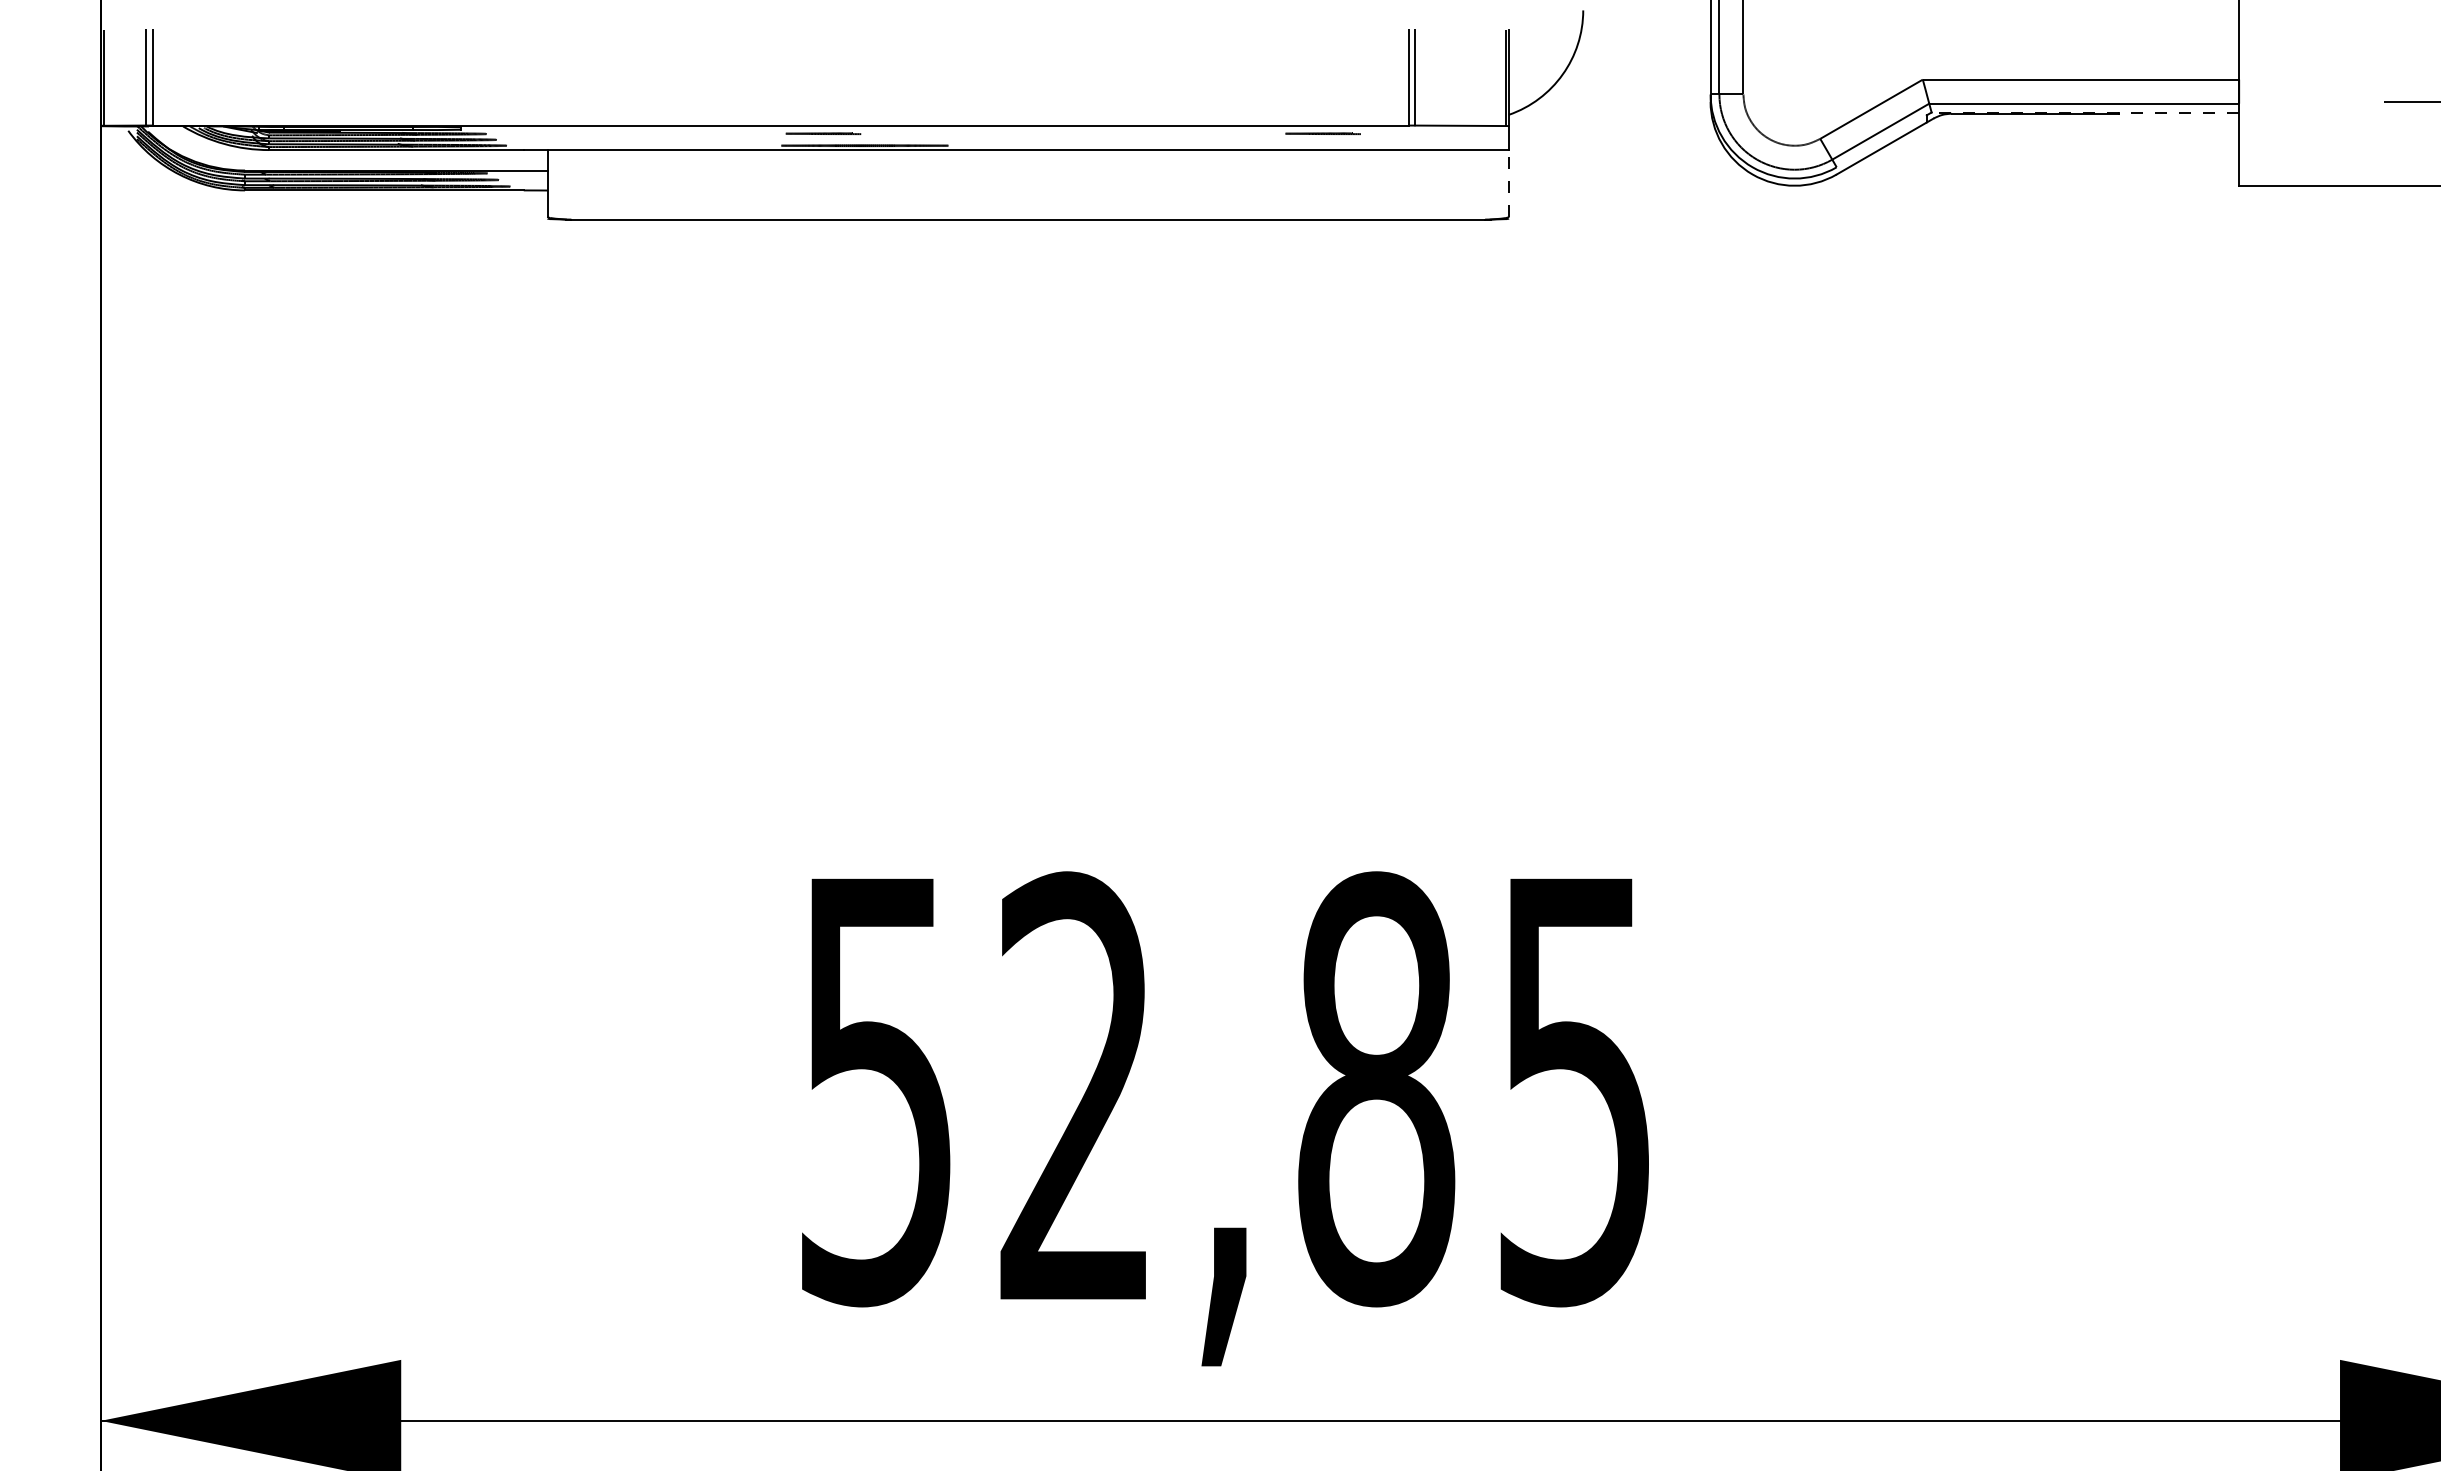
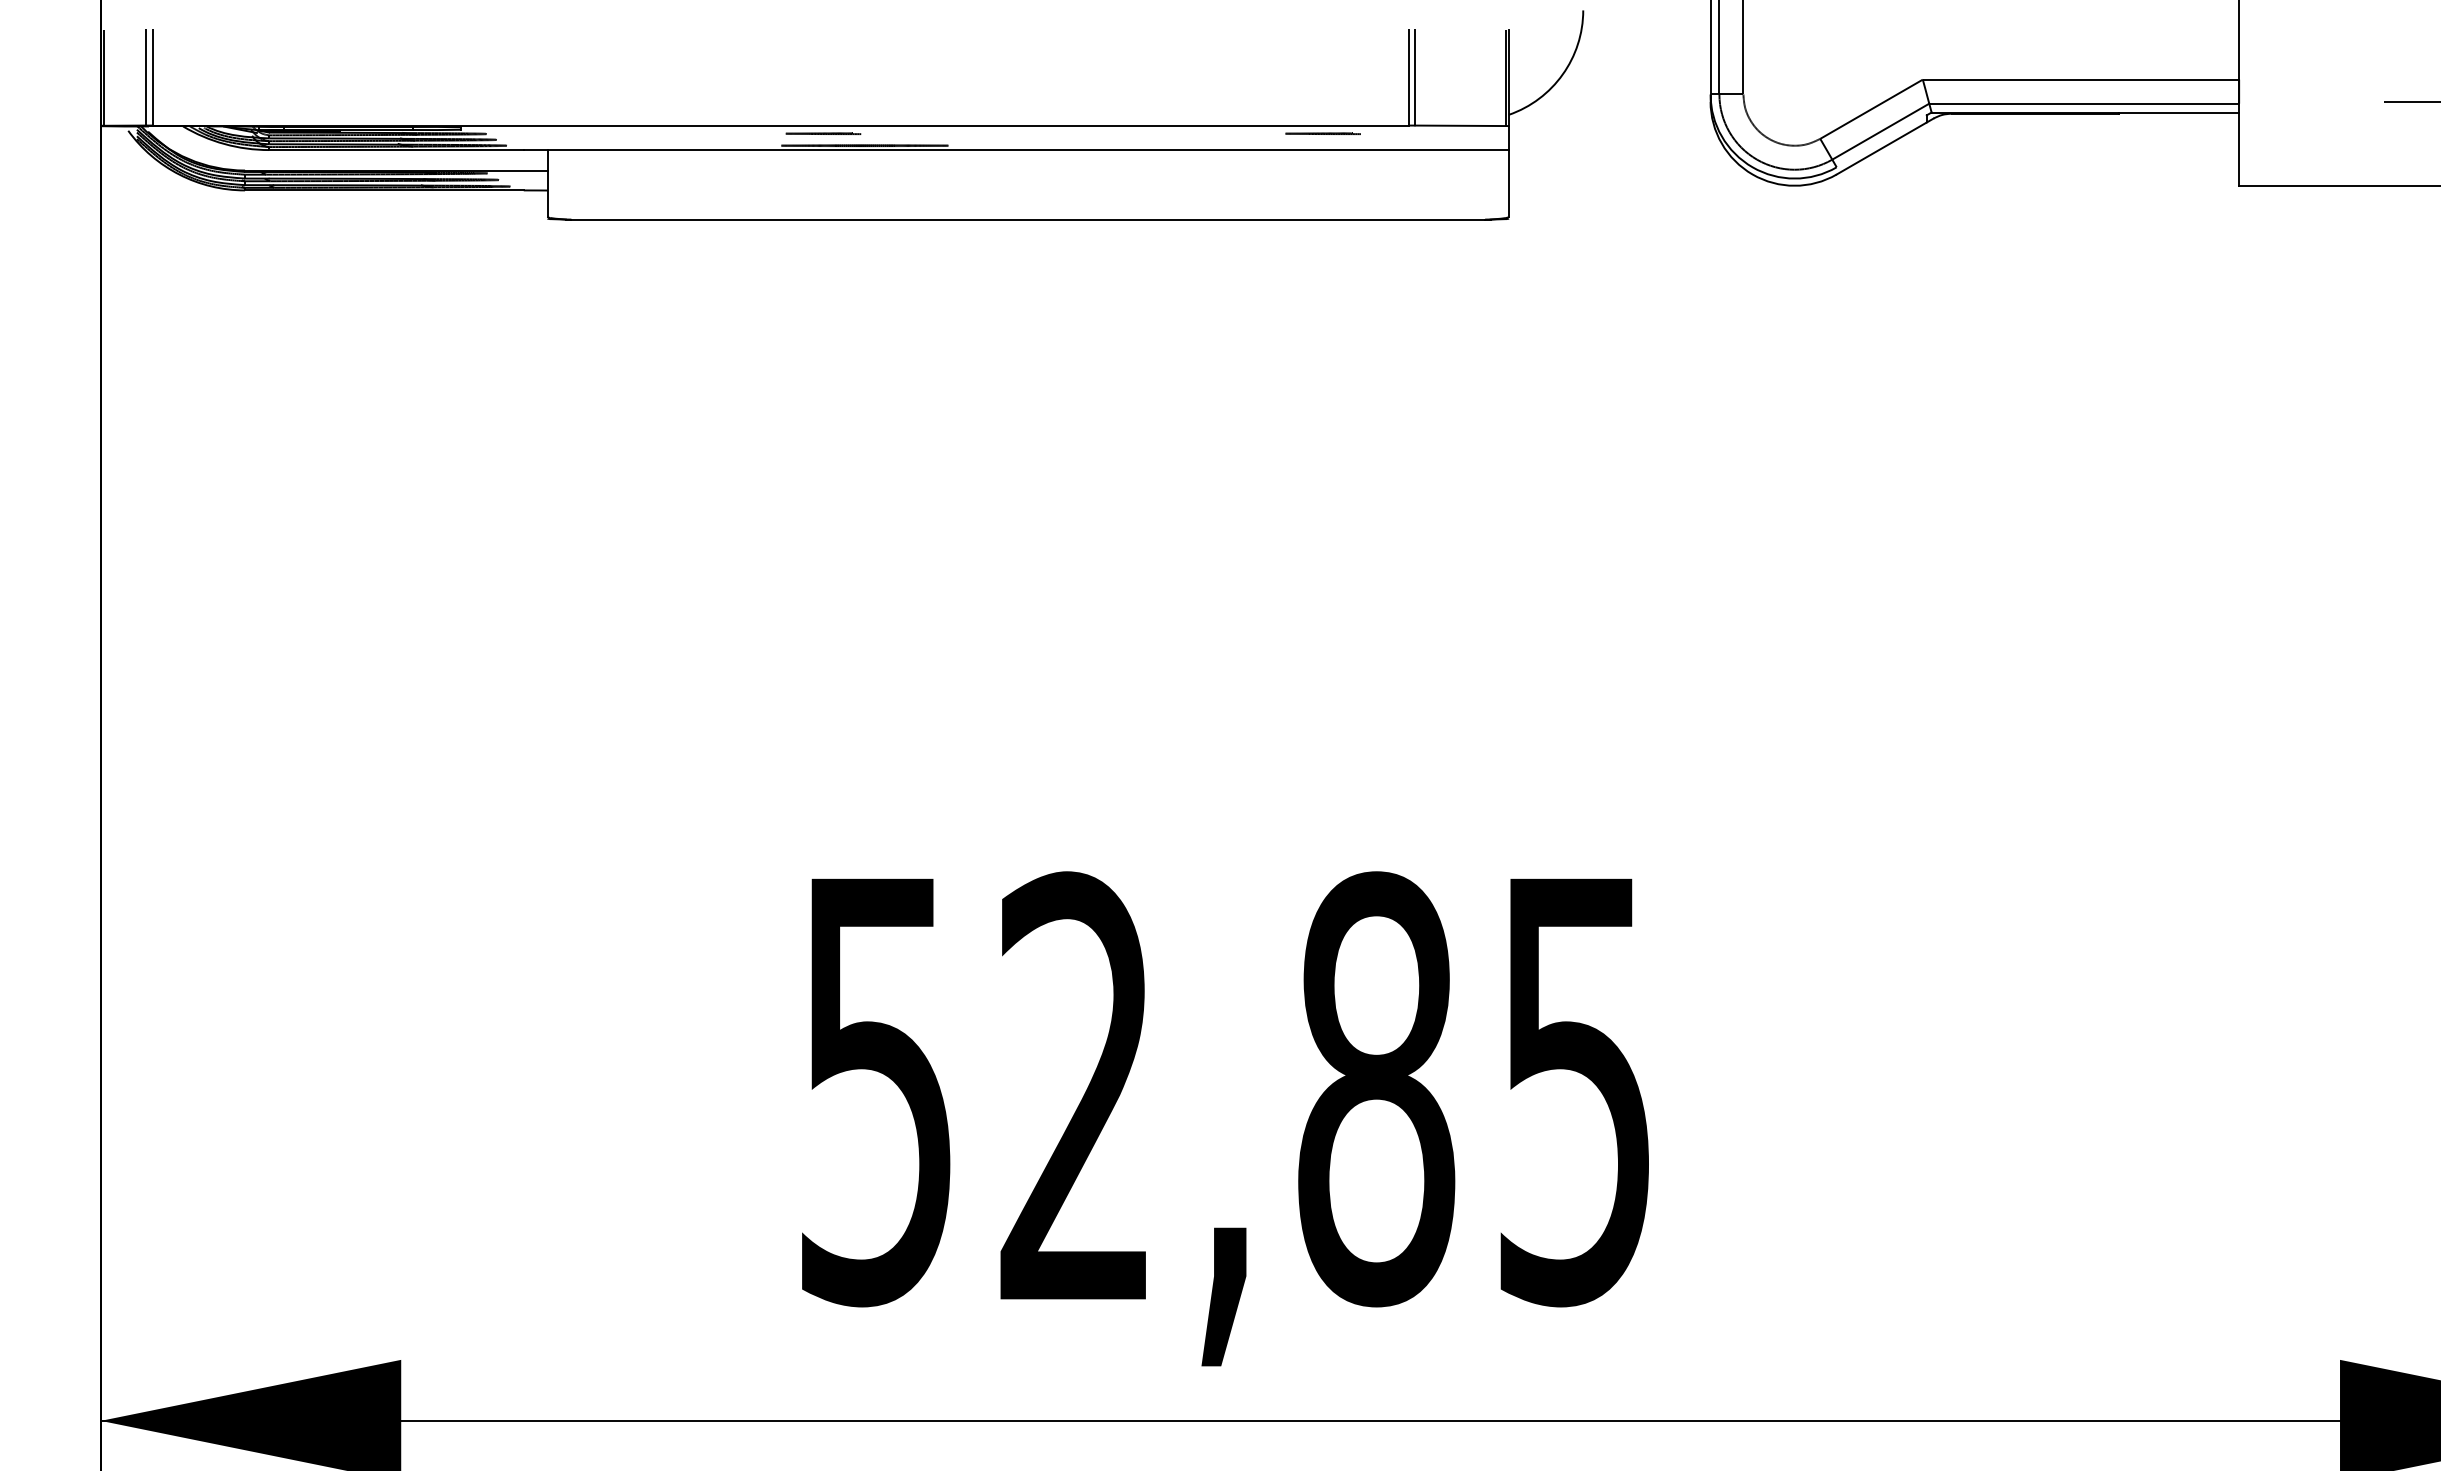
line at (2085, 112): dashed -> solid
line at (1508, 182): dashed -> solid
